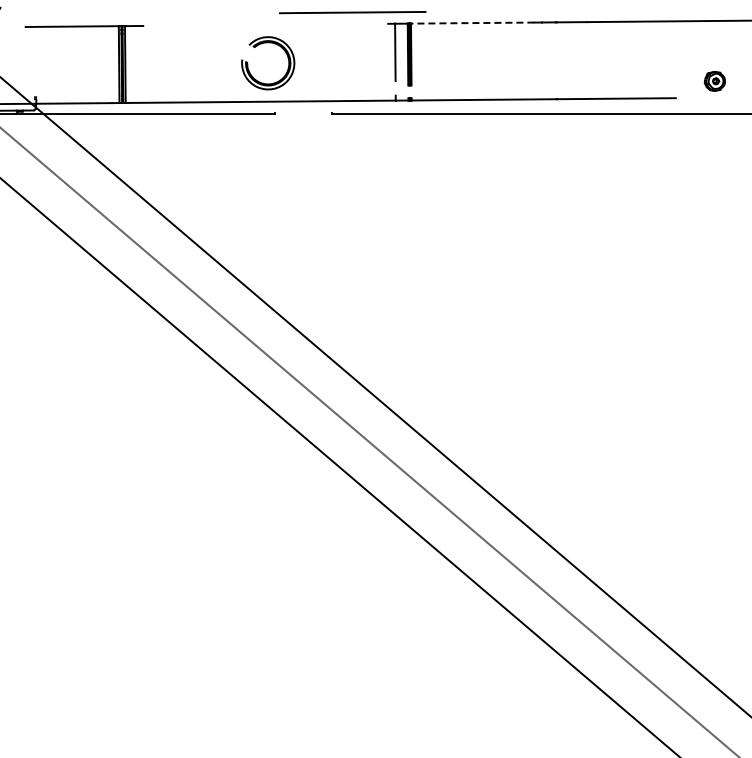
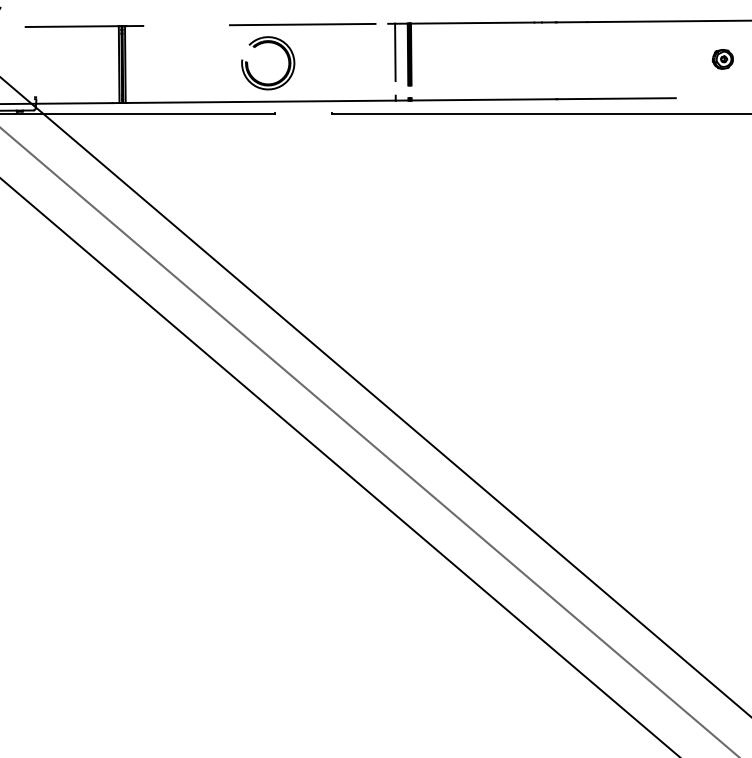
line at (352, 12) position: (352, 12) -> (302, 24)
line at (472, 23): dashed -> solid
part at (714, 81) position: (714, 81) -> (722, 59)
